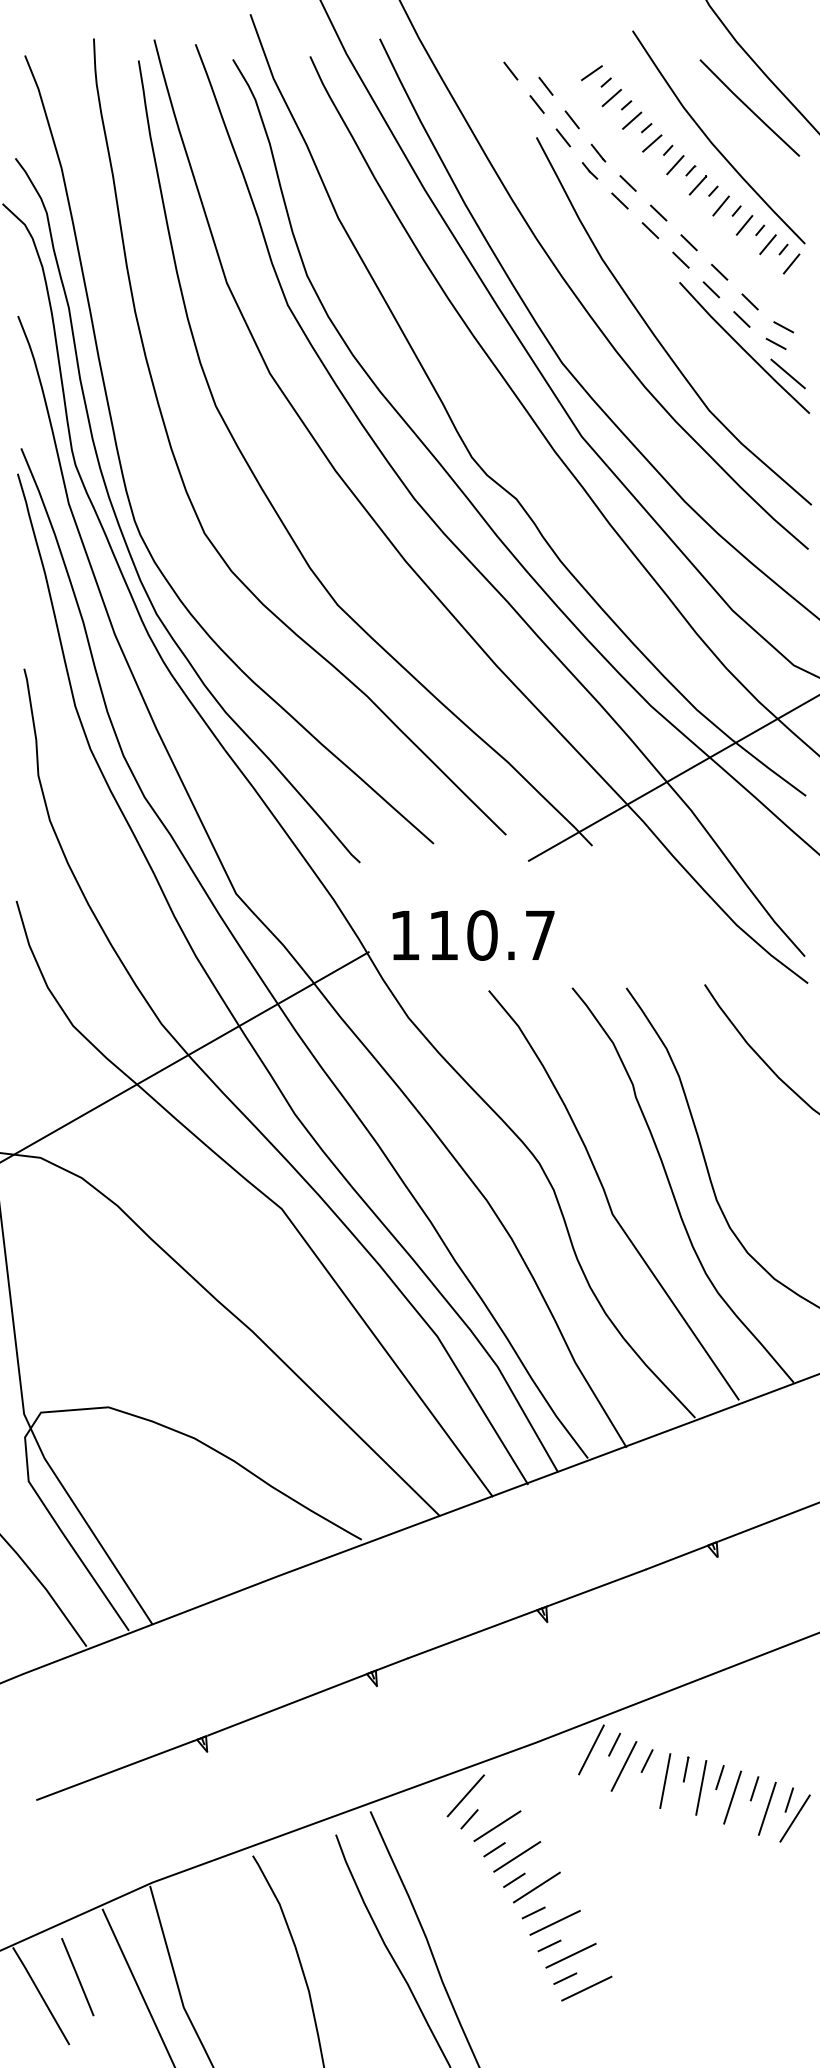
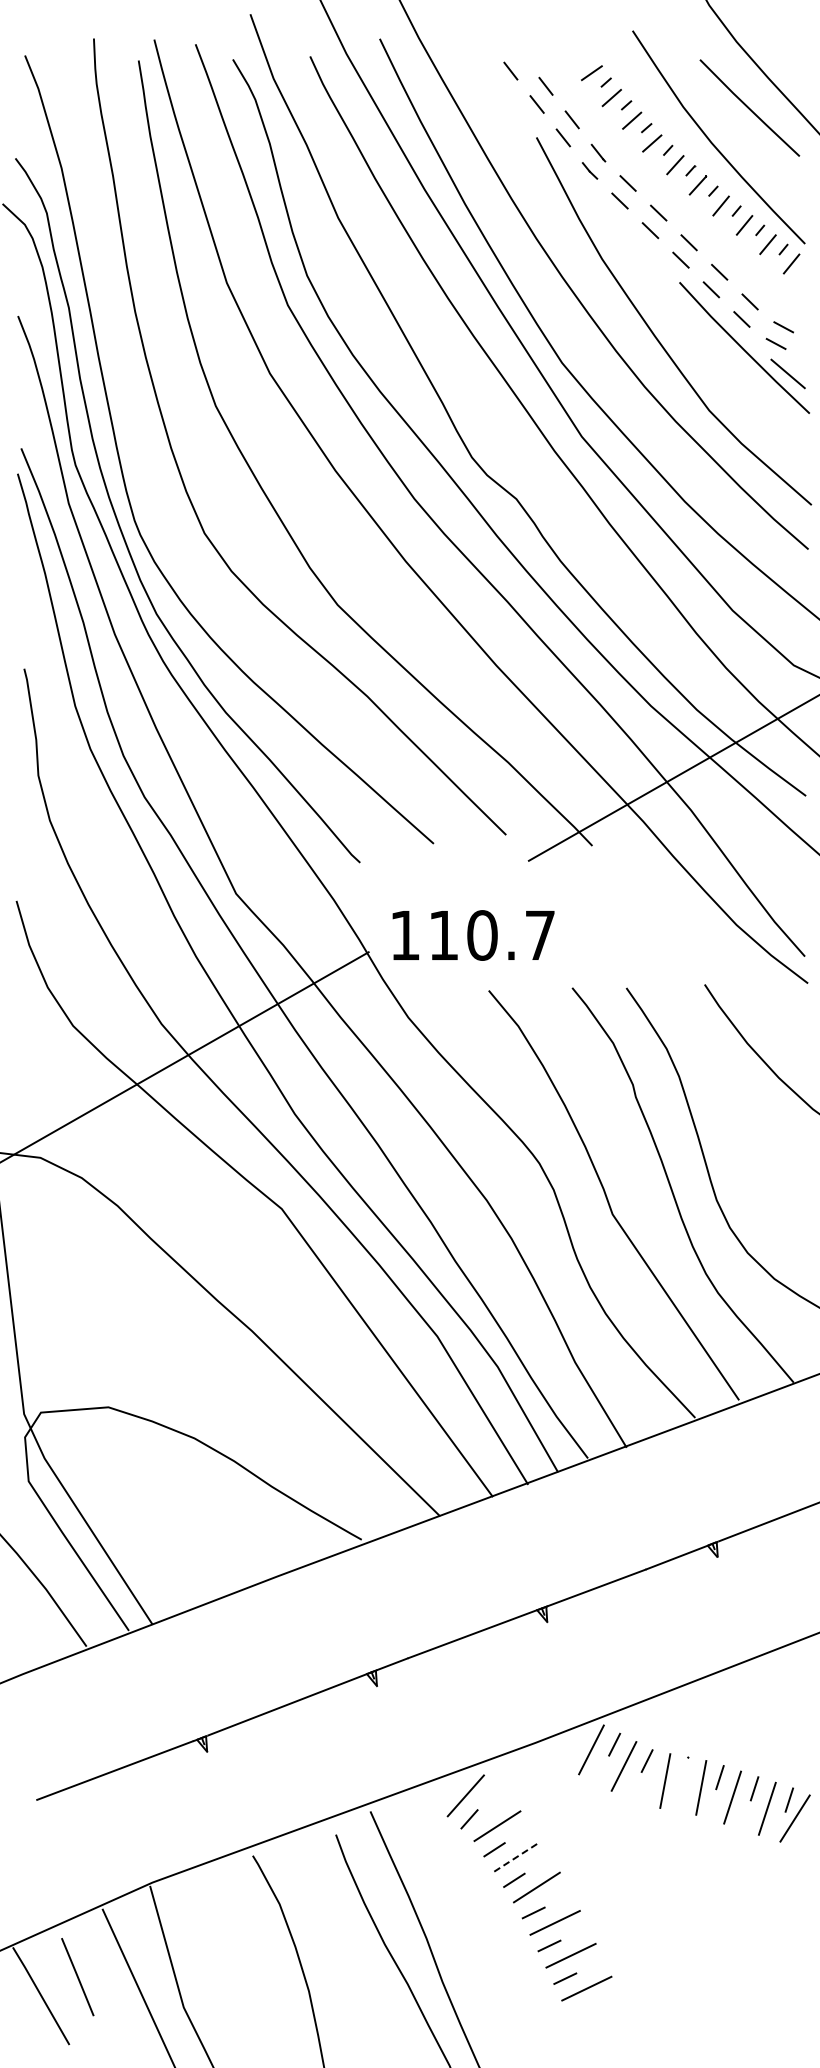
line at (685, 1769): present -> none
line at (517, 1856): solid -> dashed
